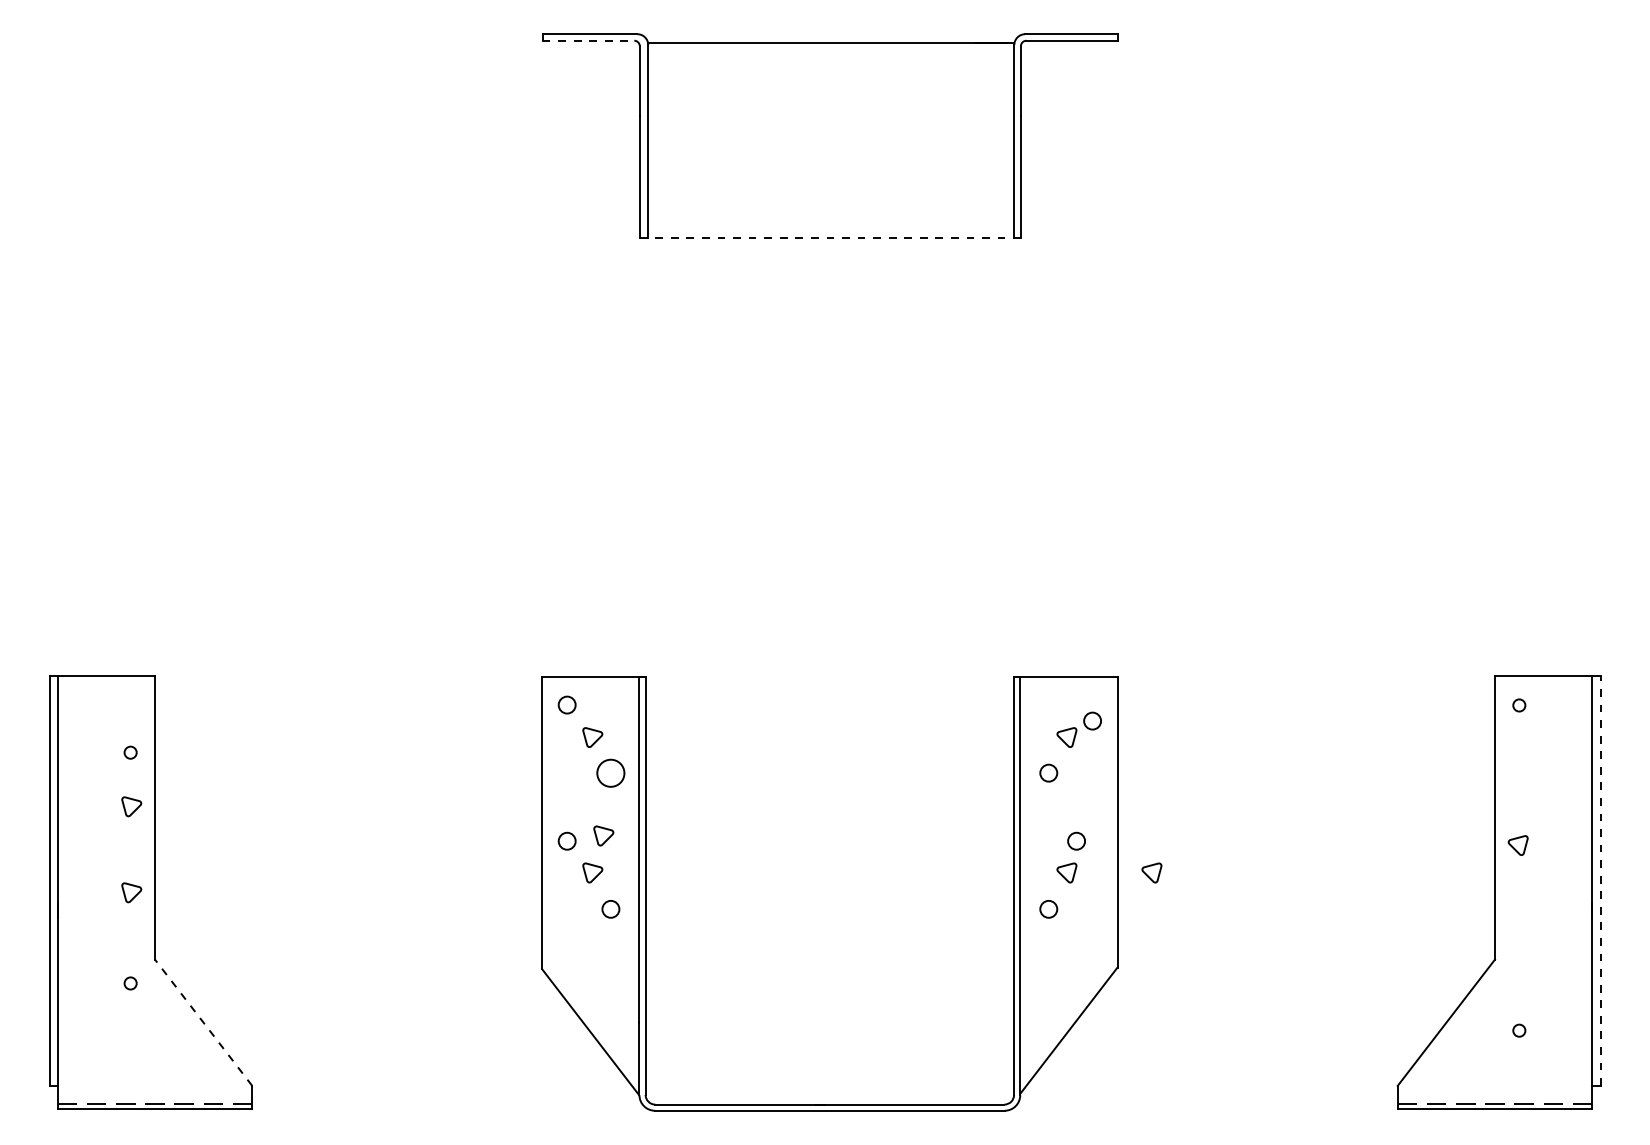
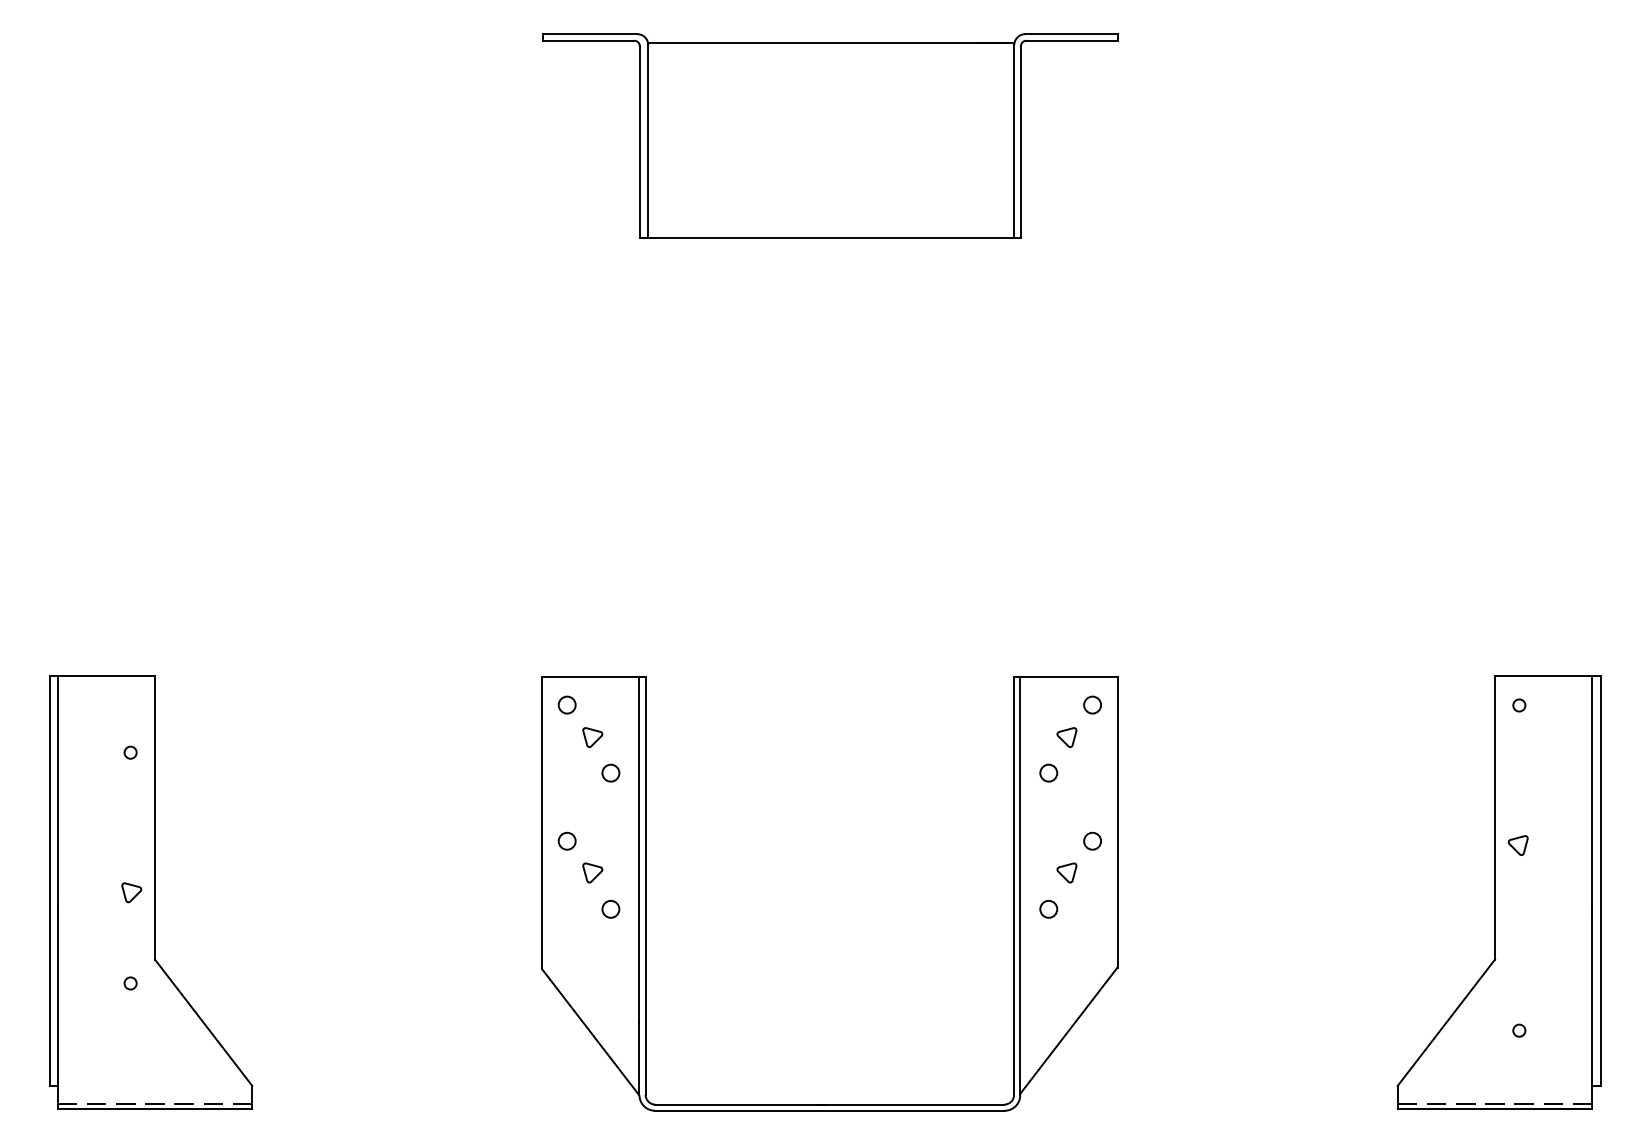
line at (588, 40): dashed -> solid
line at (830, 237): dashed -> solid
circle at (1092, 720) position: (1092, 720) -> (1092, 704)
circle at (610, 772) size: 30x30 px -> 20x20 px
part at (131, 806): present -> none
part at (603, 835): present -> none
circle at (1076, 840) position: (1076, 840) -> (1092, 840)
part at (1151, 872): present -> none
line at (1600, 881): dashed -> solid
line at (203, 1022): dashed -> solid
